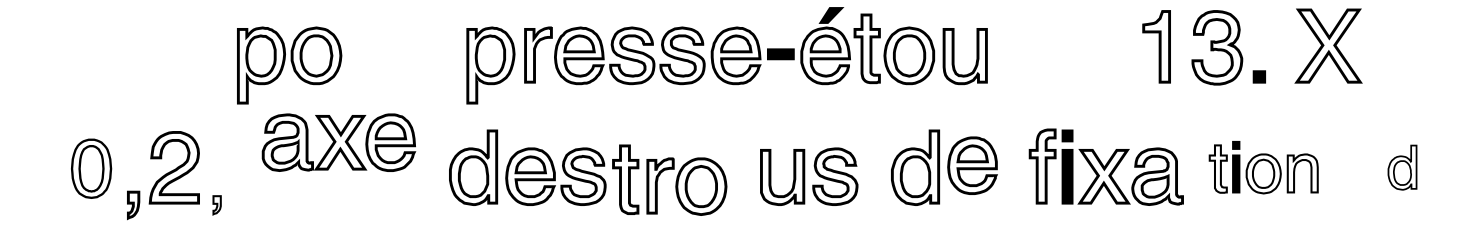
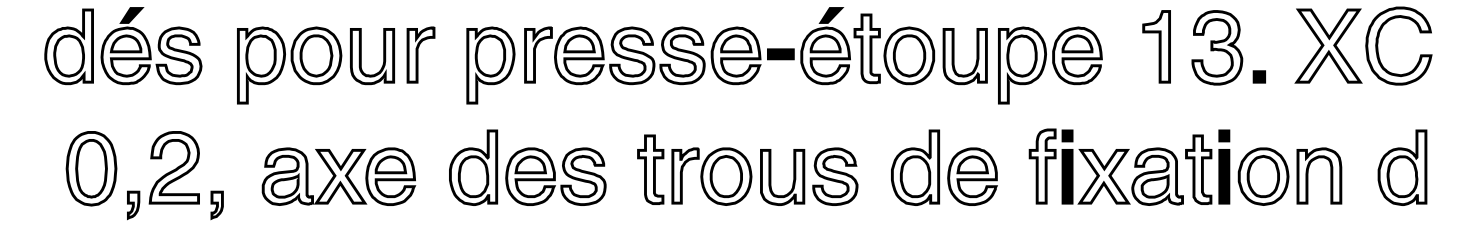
part at (1378, 45): none -> present
part at (123, 46): none -> present
part at (420, 54): none -> present
part at (361, 56): none -> present
part at (1050, 65): none -> present
part at (338, 142) position: (338, 142) -> (338, 176)
part at (972, 165) position: (972, 165) -> (972, 176)
part at (1263, 167) size: 111x54 px -> 158x77 px
part at (1402, 167) size: 31x47 px -> 51x77 px
part at (91, 168) size: 42x61 px -> 53x76 px
part at (675, 181) position: (675, 181) -> (700, 171)
part at (216, 205) size: 10x21 px -> 14x31 px
